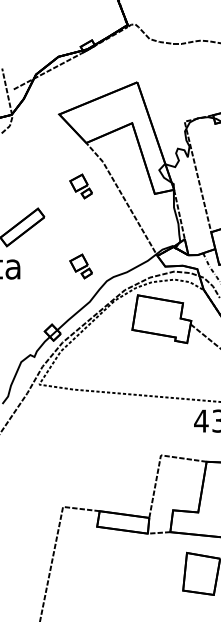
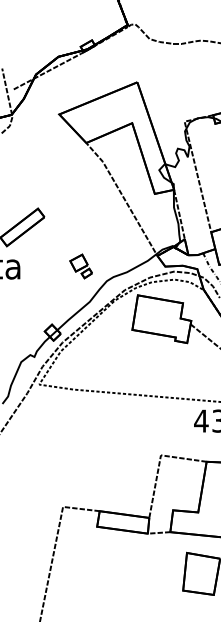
part at (80, 186): present -> none
